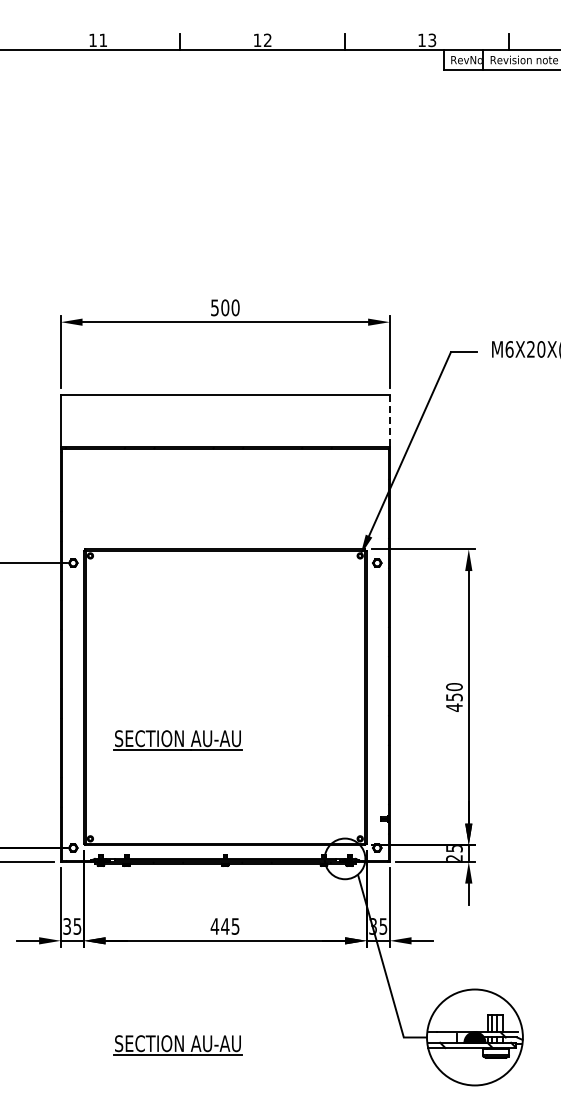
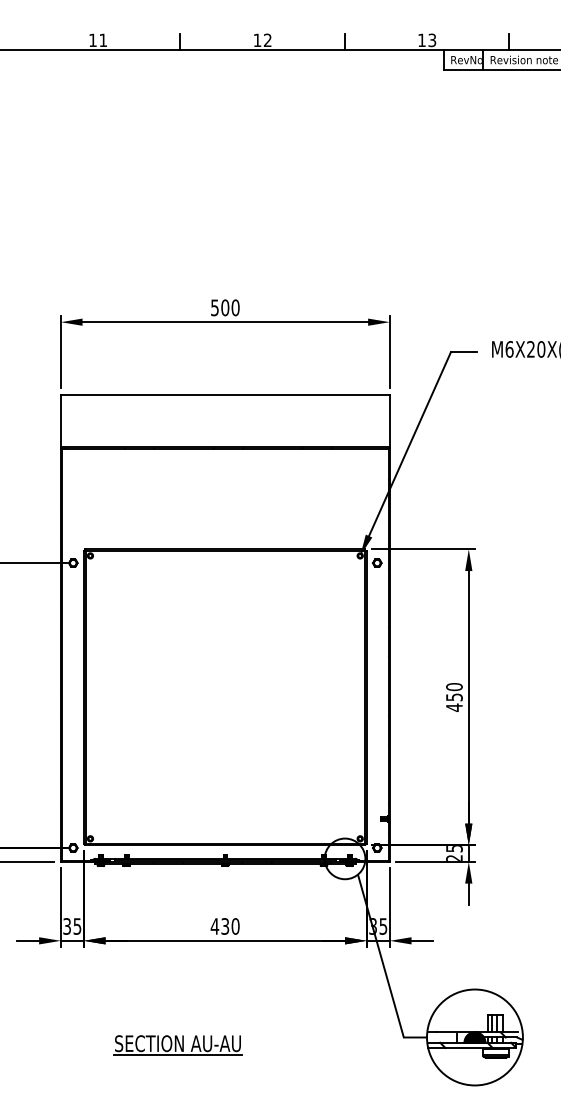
line at (389, 421): dashed -> solid
part at (177, 740): present -> none
text at (230, 926): 445 -> 430
